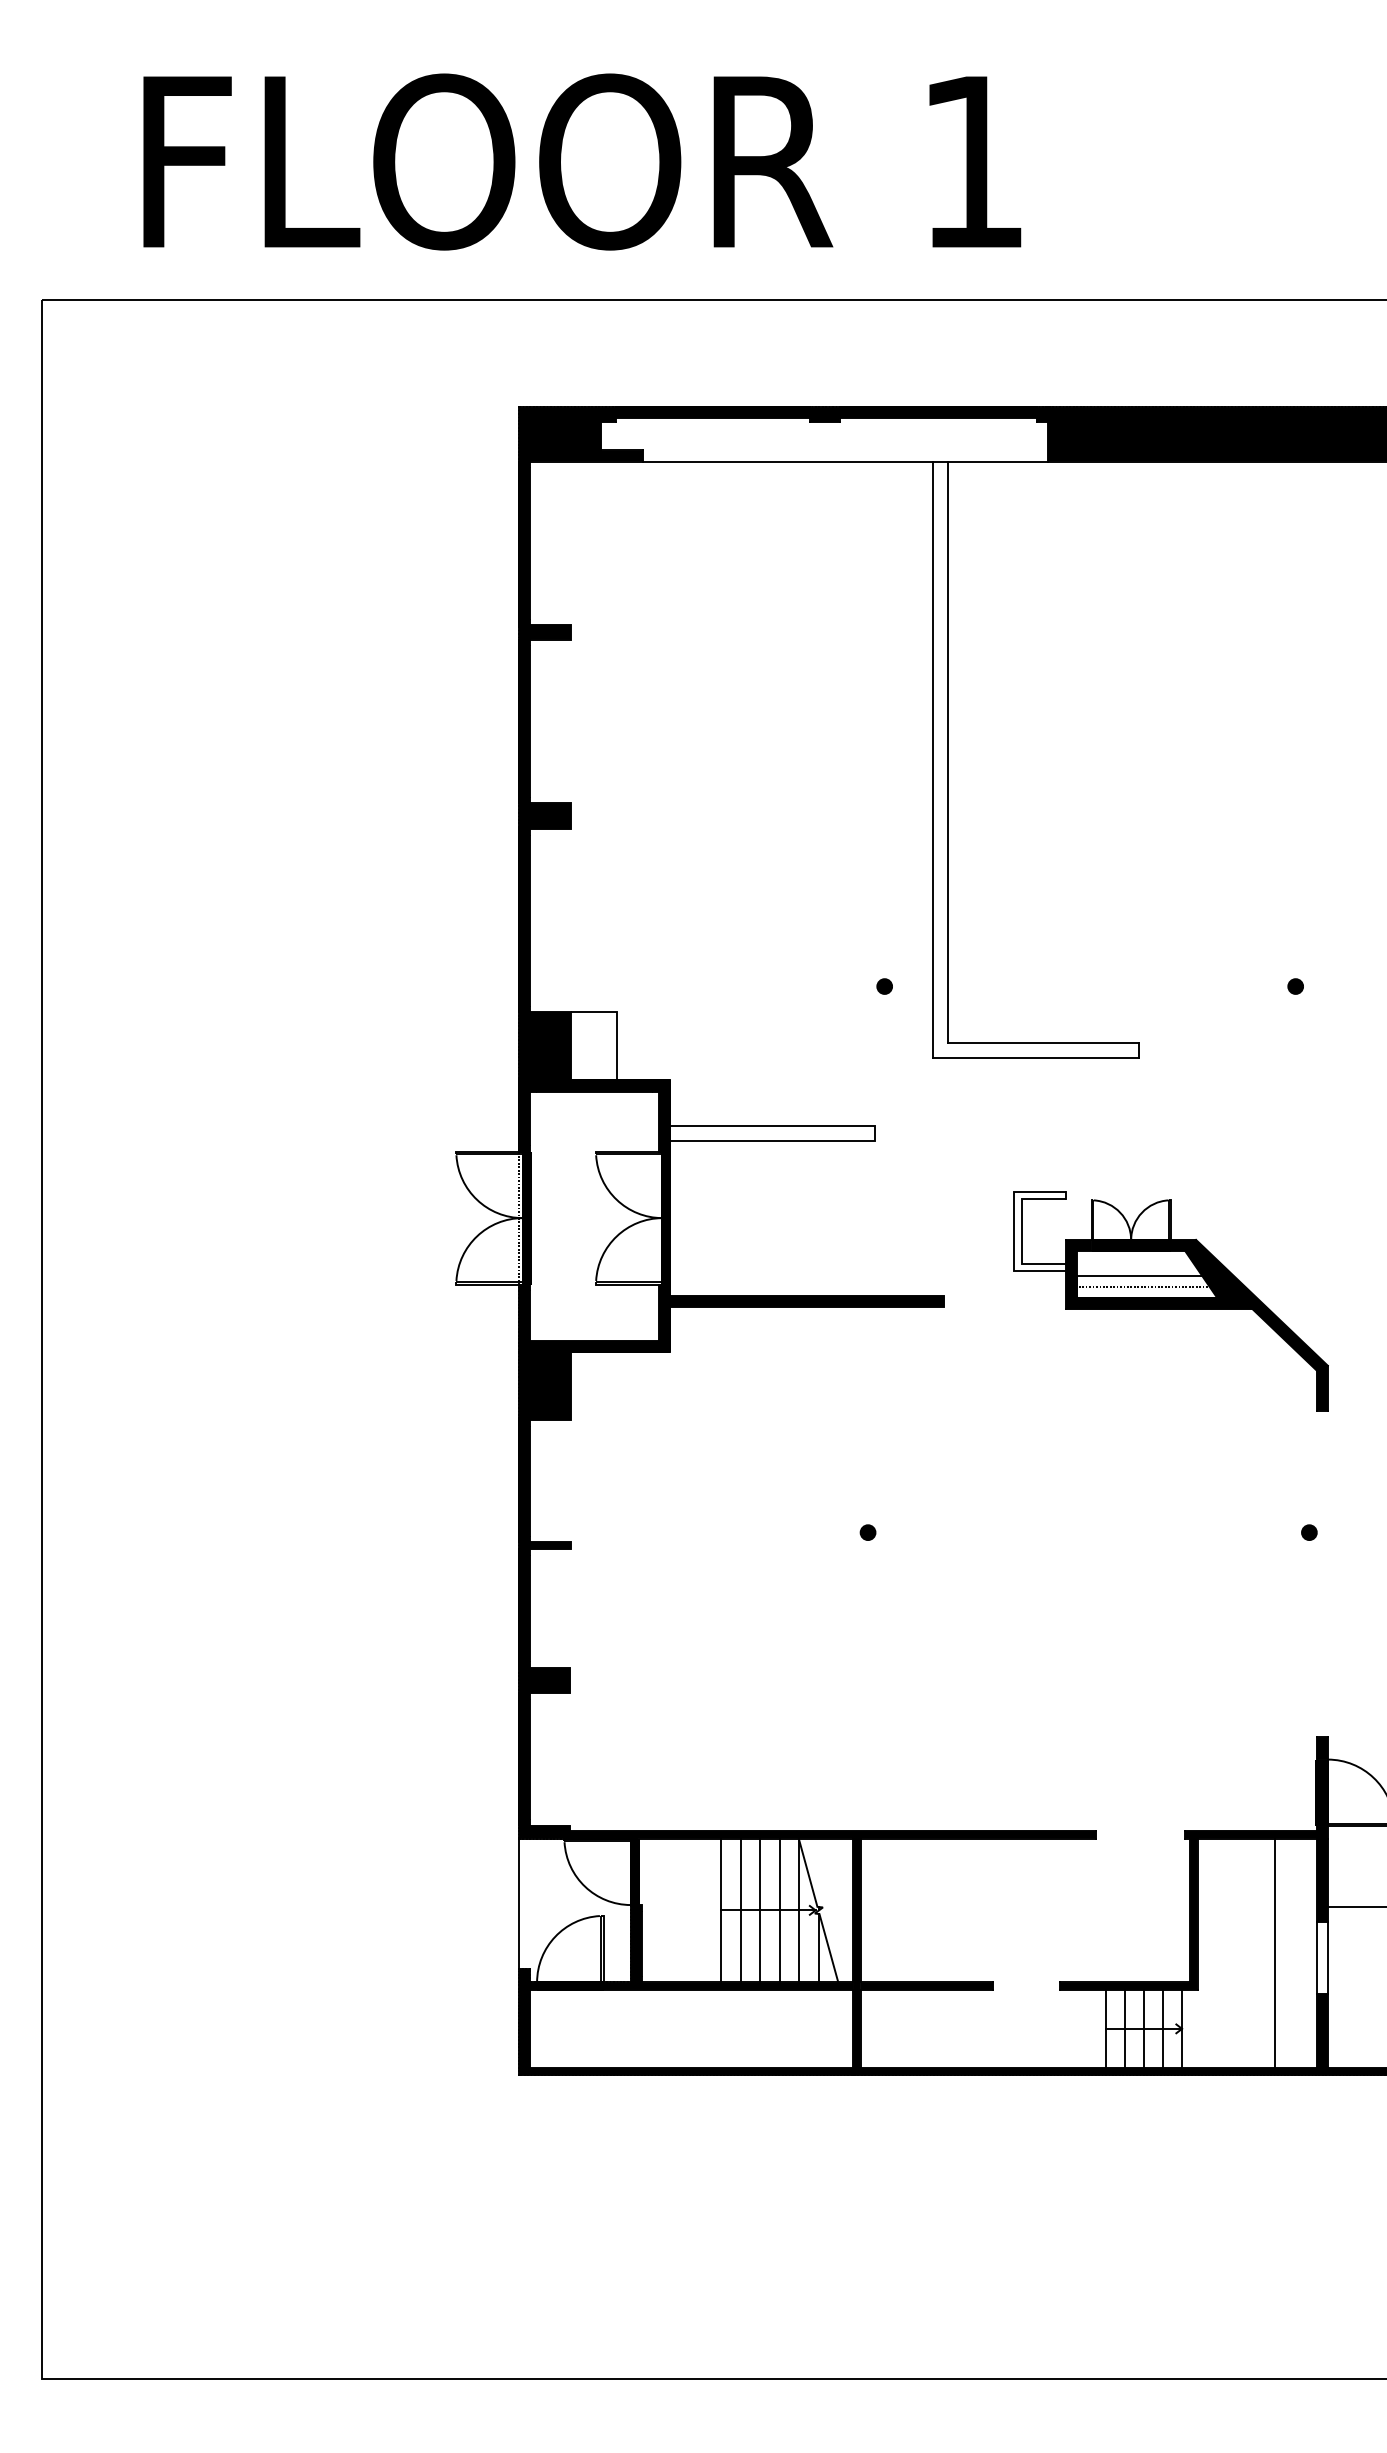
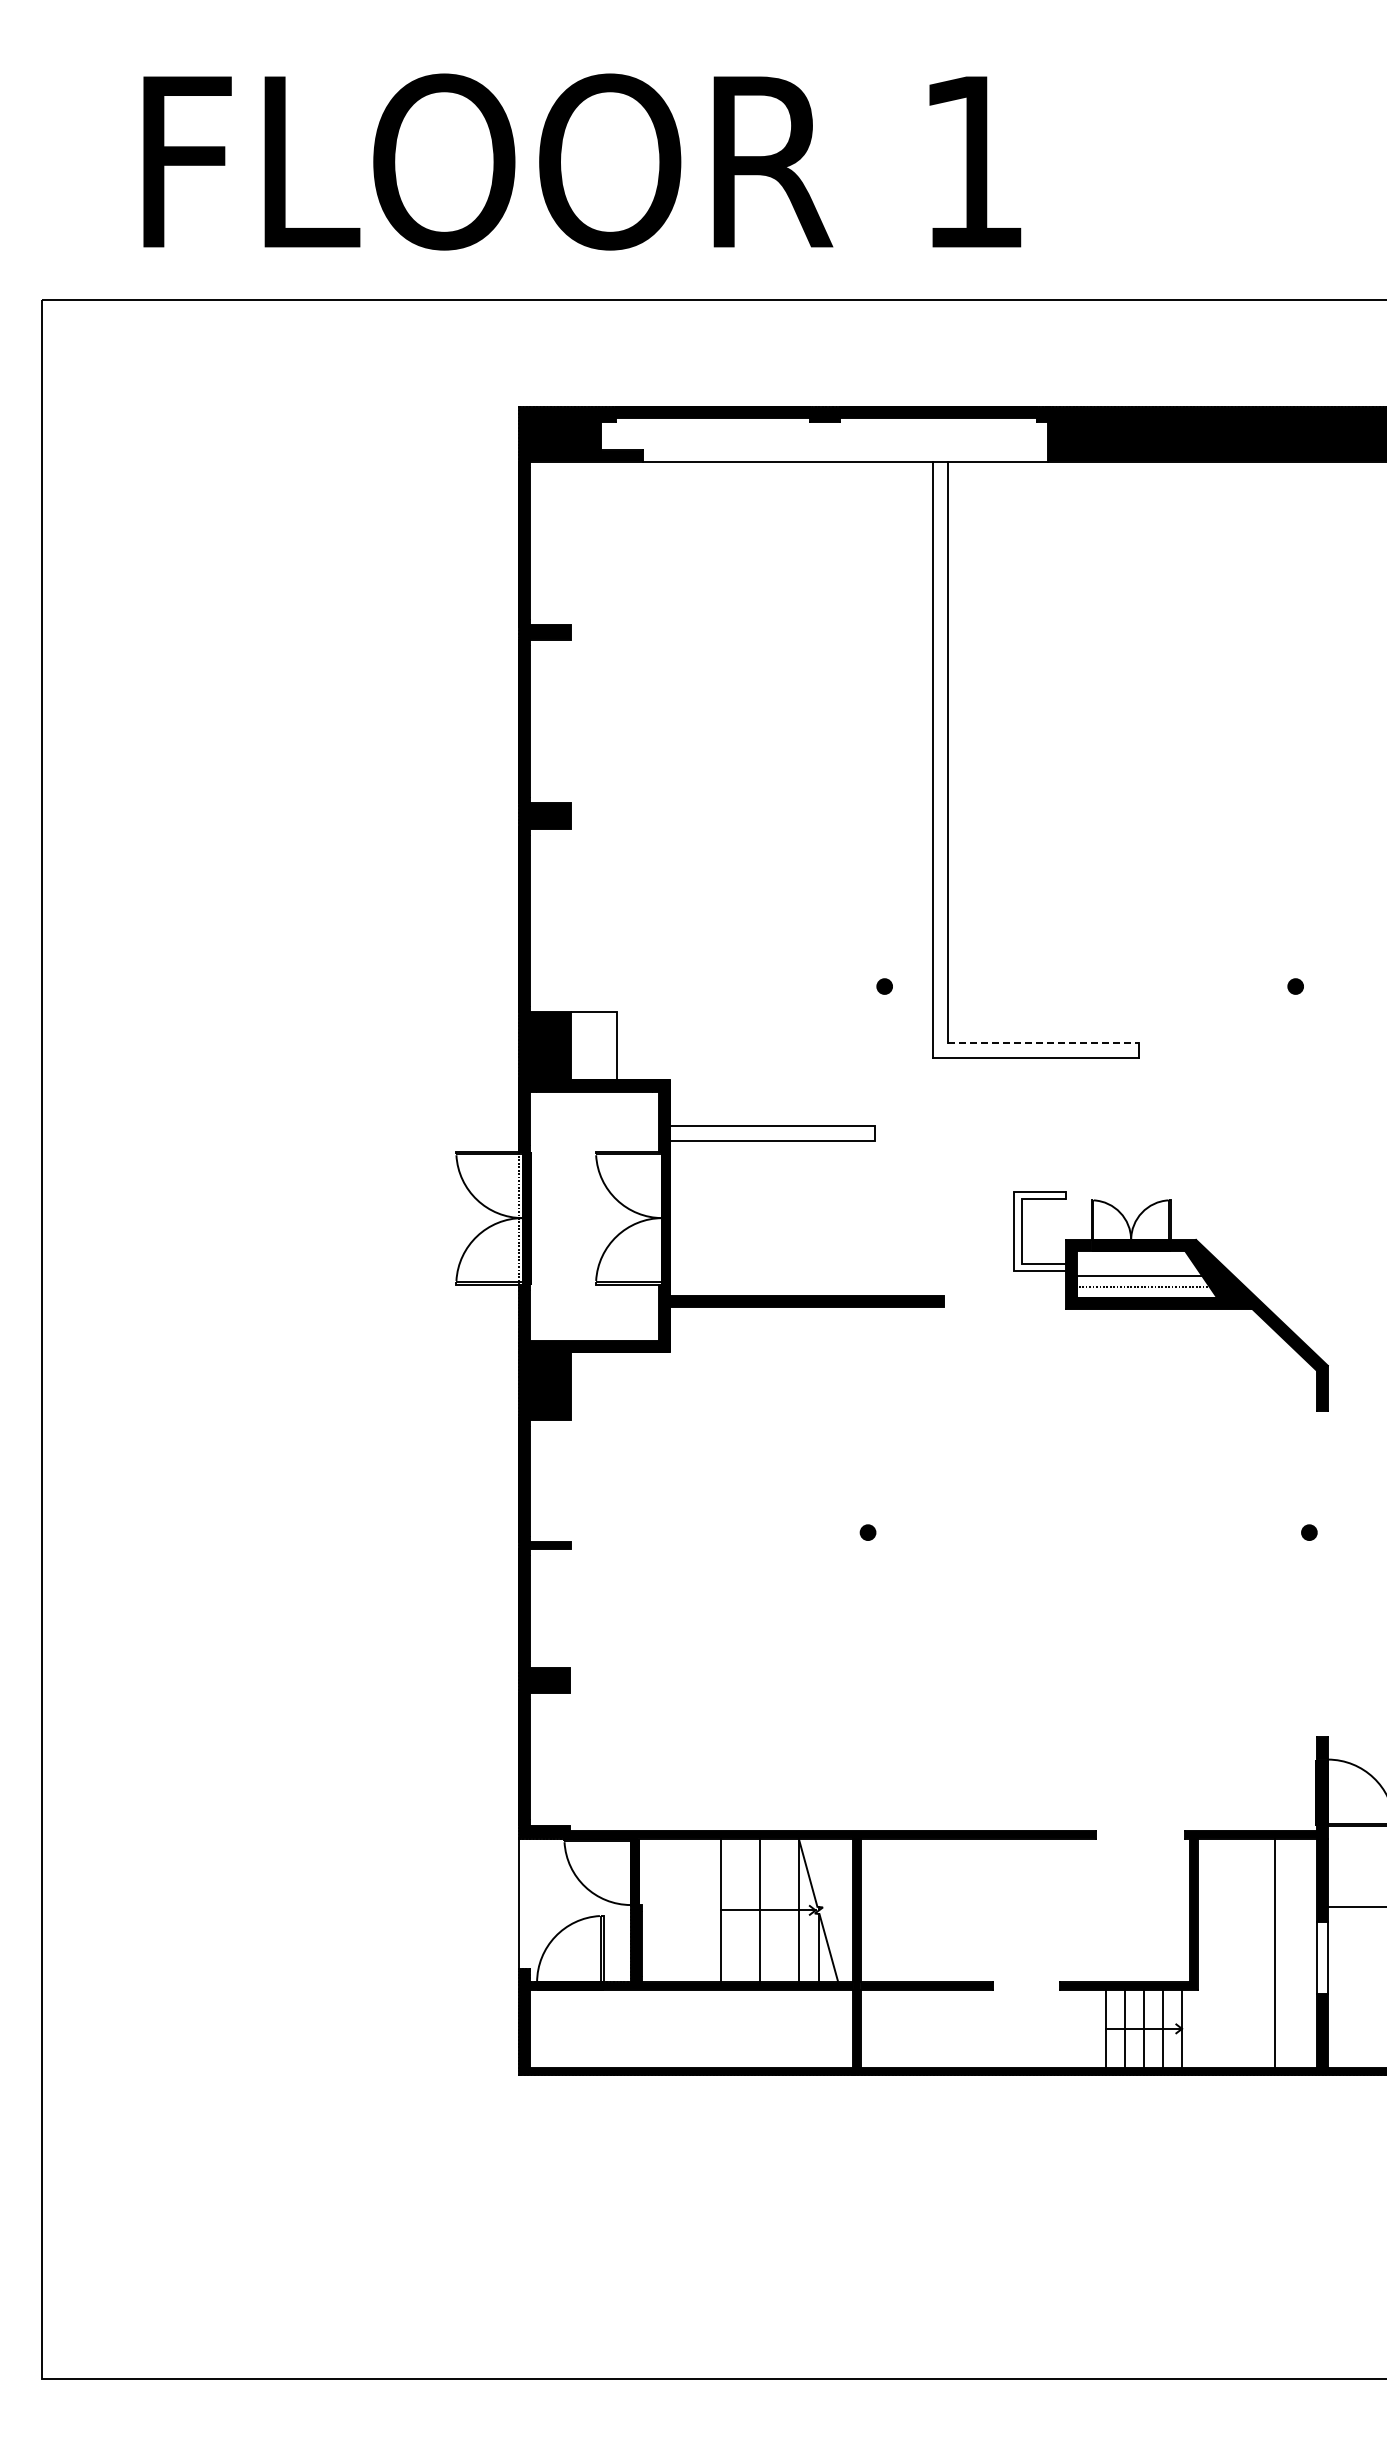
line at (1043, 1043): solid -> dashed
line at (740, 1910): present -> none
line at (779, 1910): present -> none
